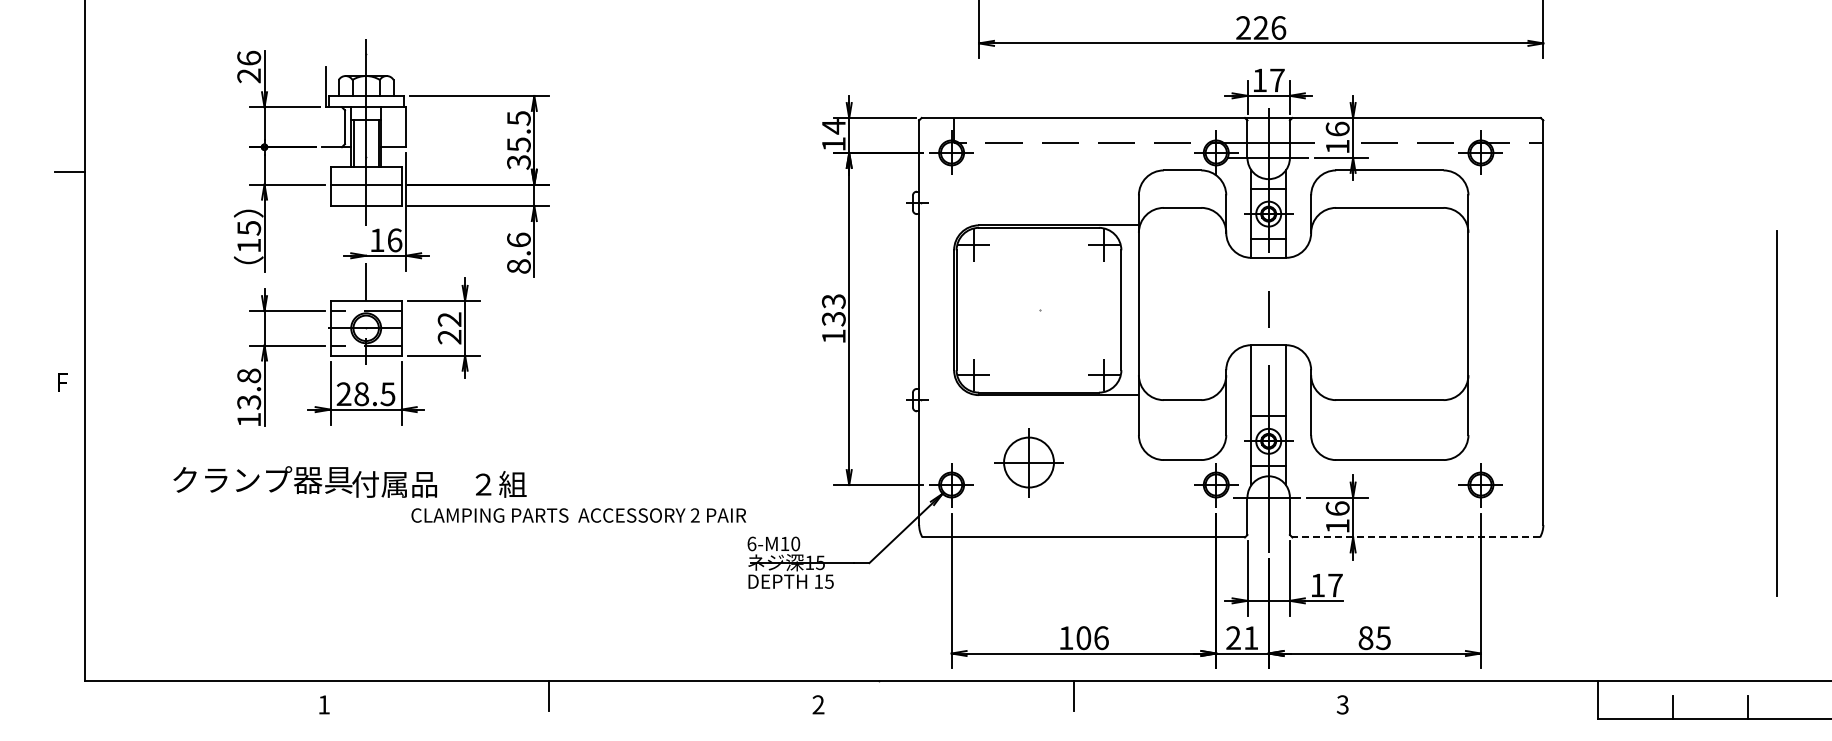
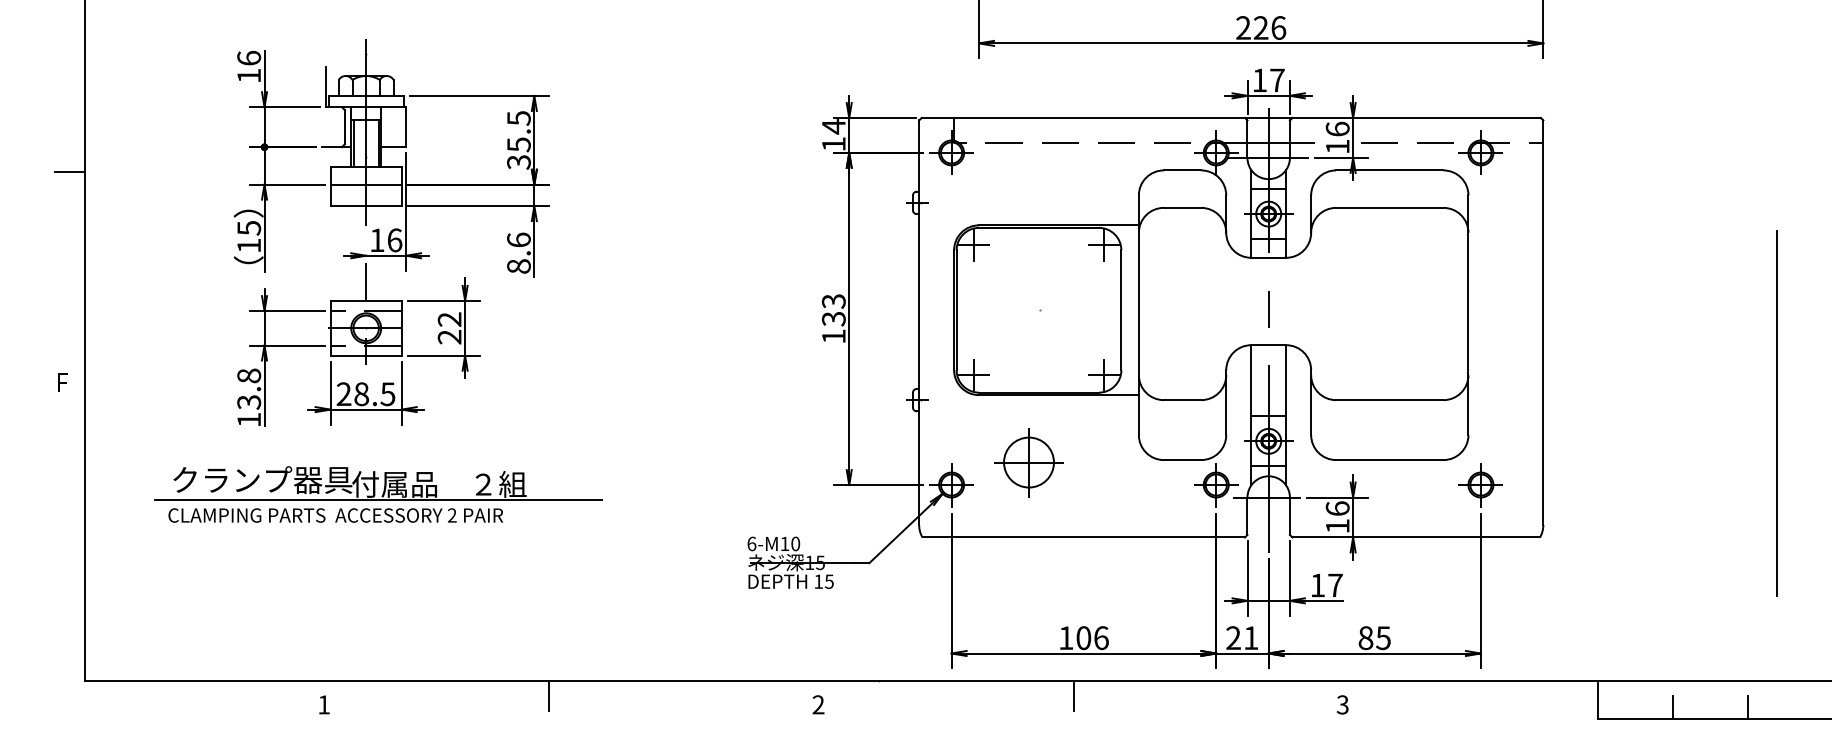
text at (248, 75): 26 -> 16
line at (378, 500): none -> present
text at (578, 515) position: (578, 515) -> (335, 515)
line at (1416, 537): dashed -> solid
